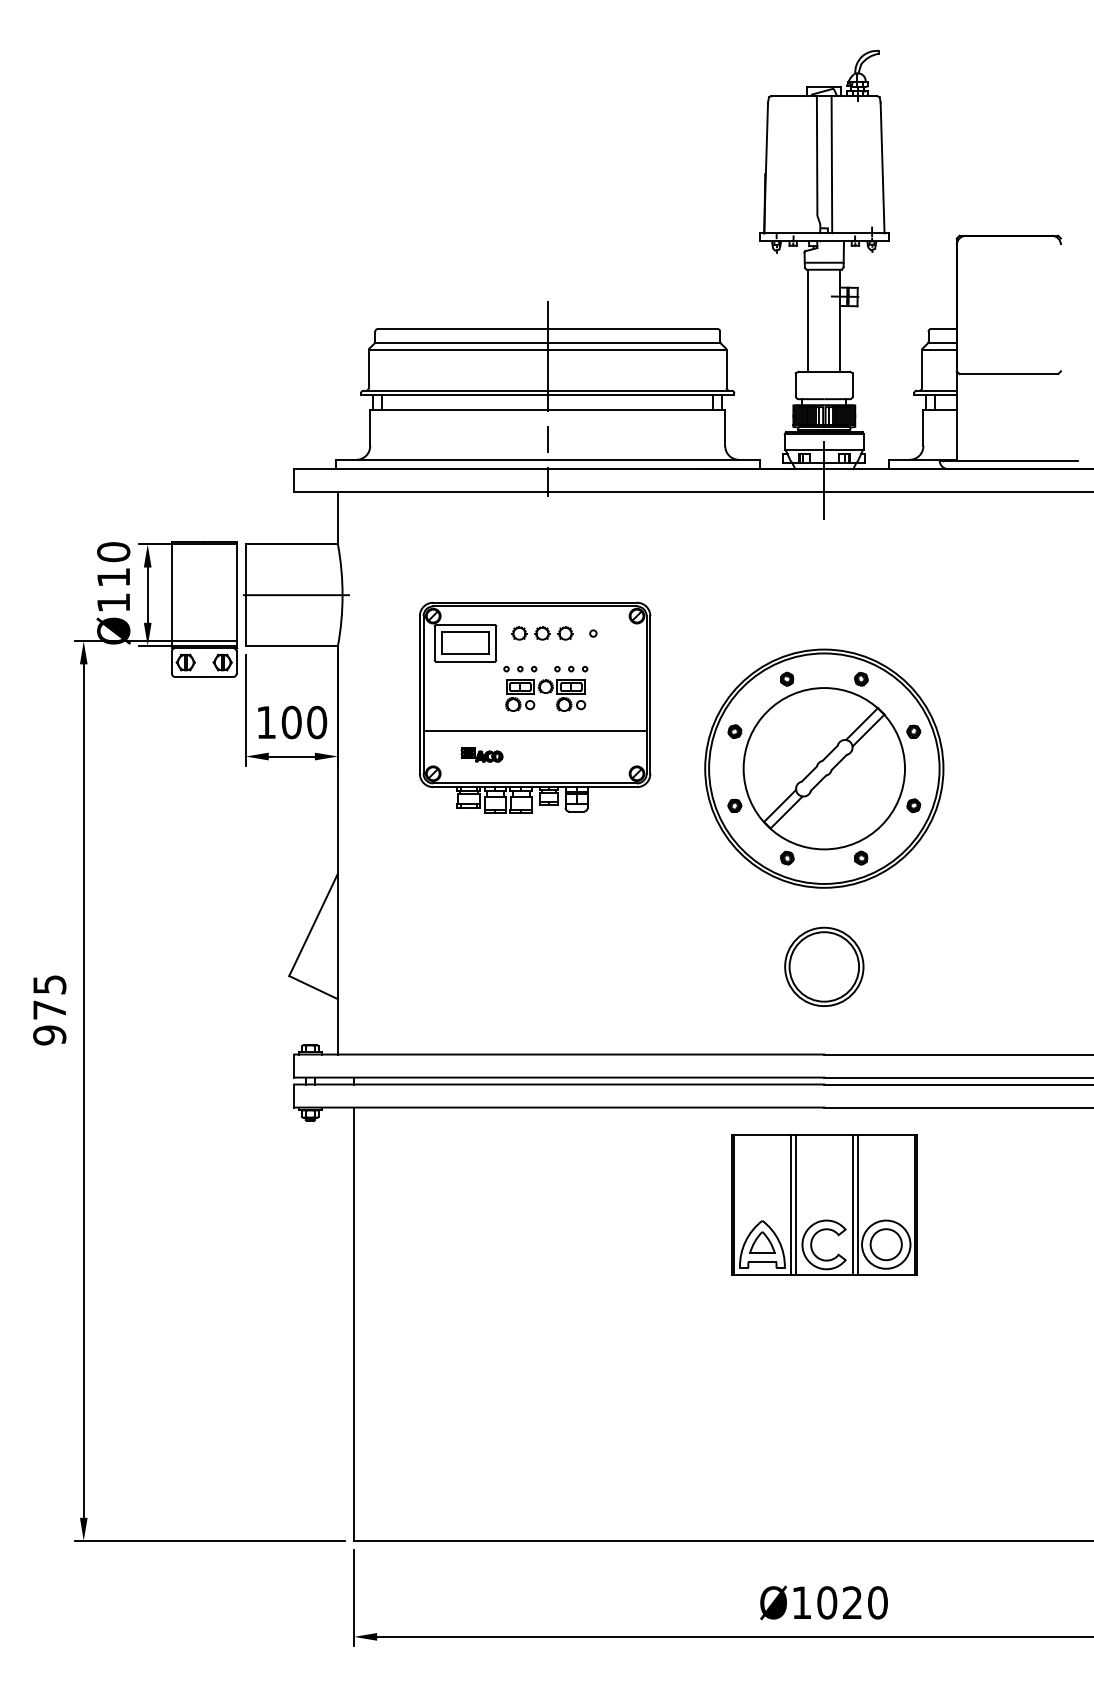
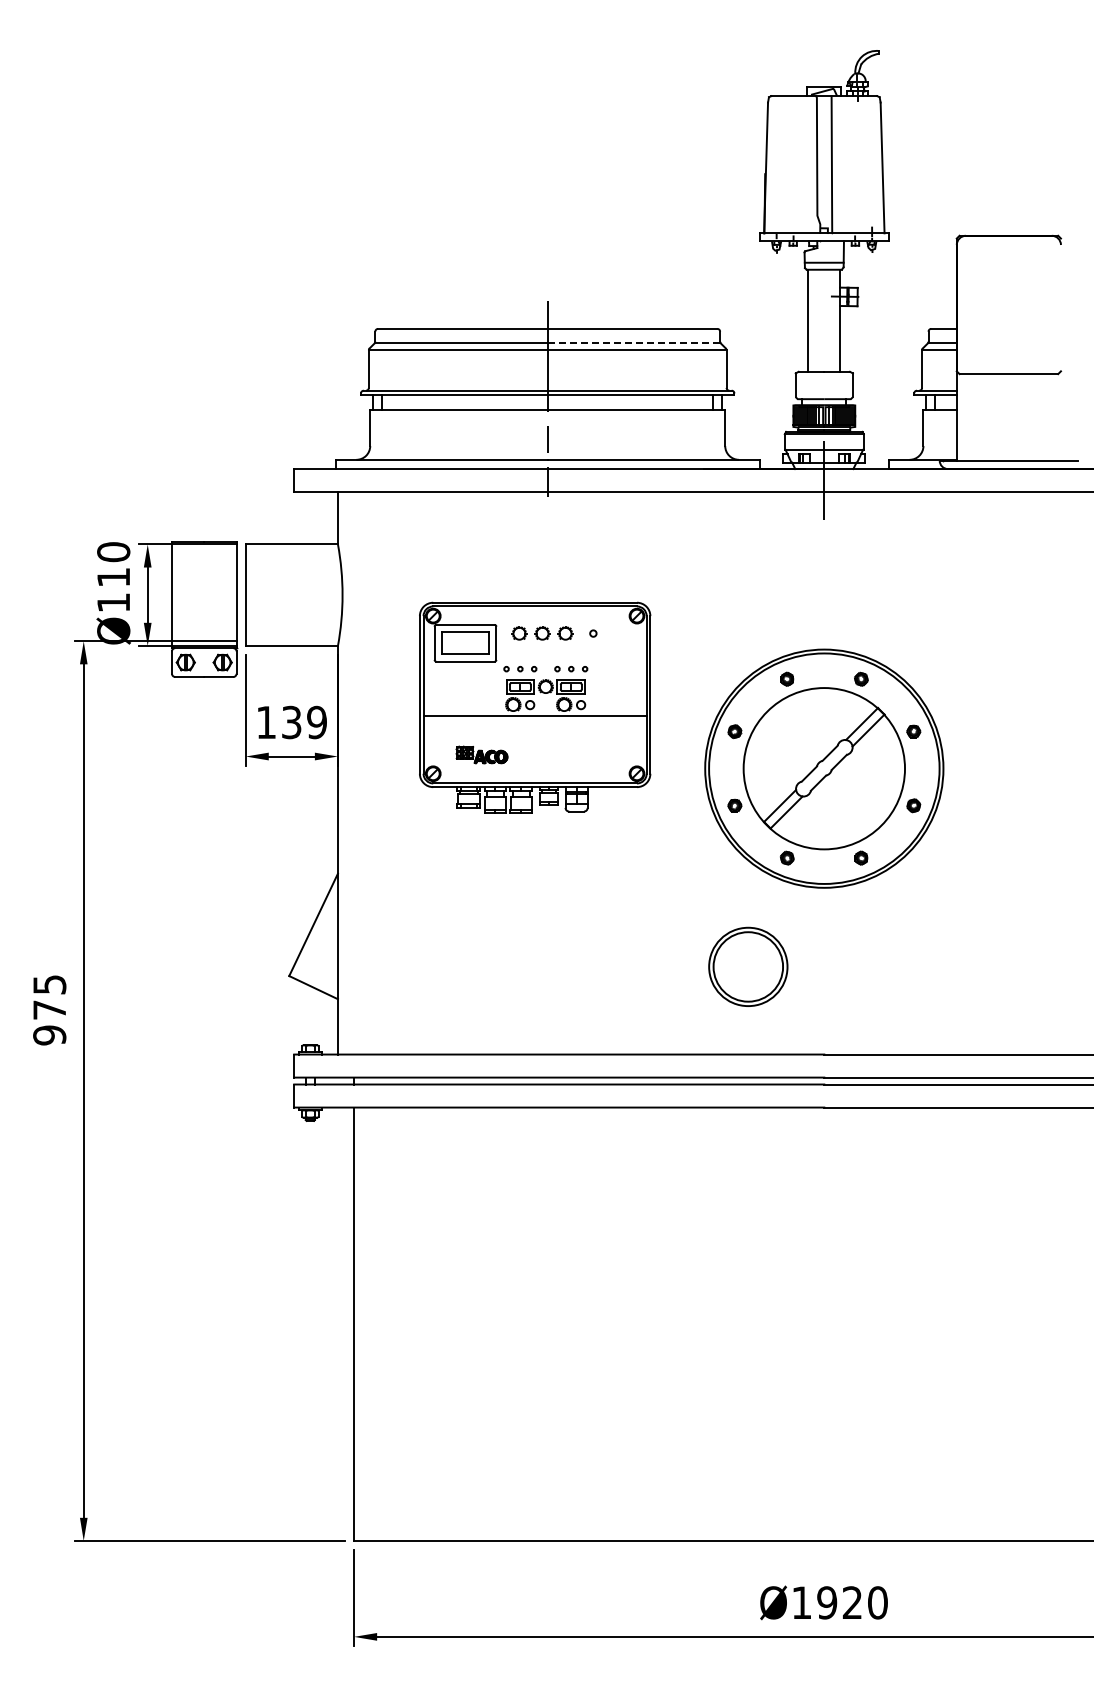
line at (633, 342): solid -> dashed
line at (296, 595): present -> none
text at (304, 722): 100 -> 139
line at (534, 730) position: (534, 730) -> (534, 715)
part at (481, 754) size: 44x16 px -> 54x20 px
part at (824, 966) position: (824, 966) -> (748, 966)
part at (824, 1204): present -> none
text at (827, 1602): Ø1020 -> Ø1920
